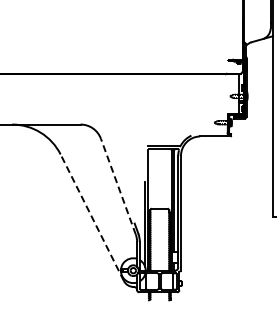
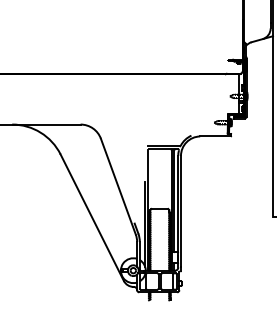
line at (118, 186): dashed -> solid
line at (92, 217): dashed -> solid
